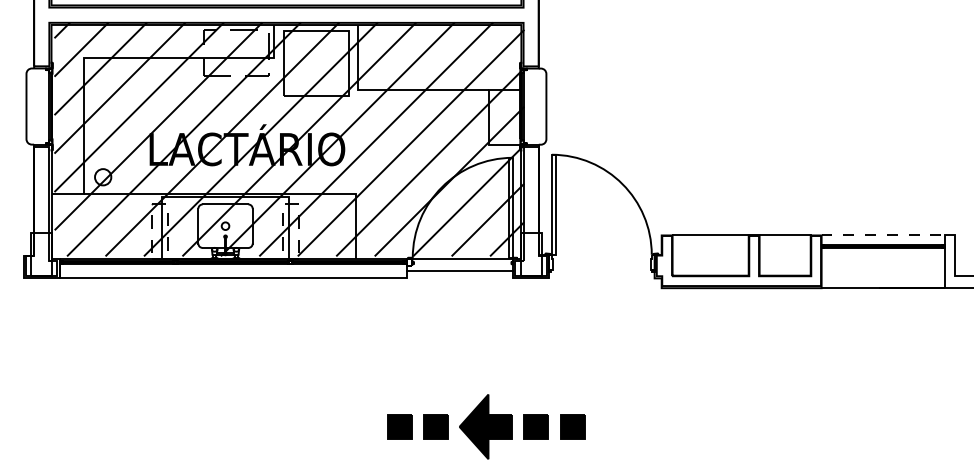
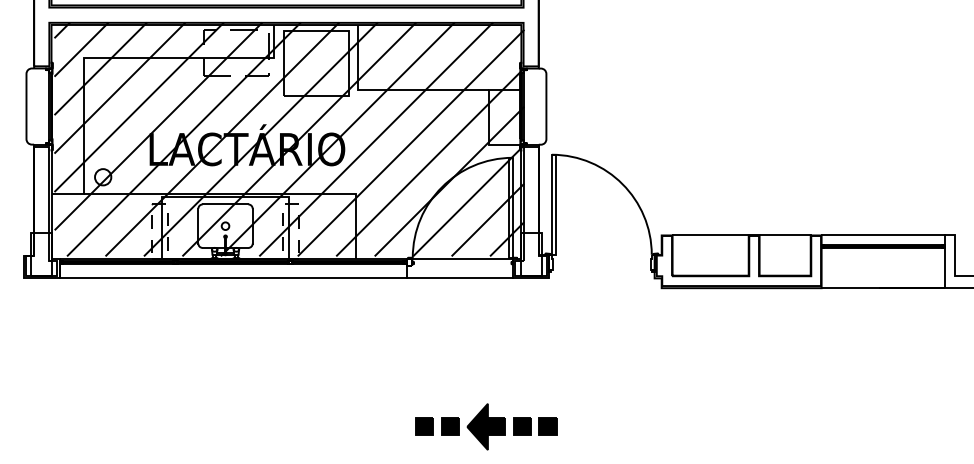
line at (883, 235): dashed -> solid
line at (459, 271) position: (459, 271) -> (459, 278)
part at (486, 426) size: 199x66 px -> 143x48 px
